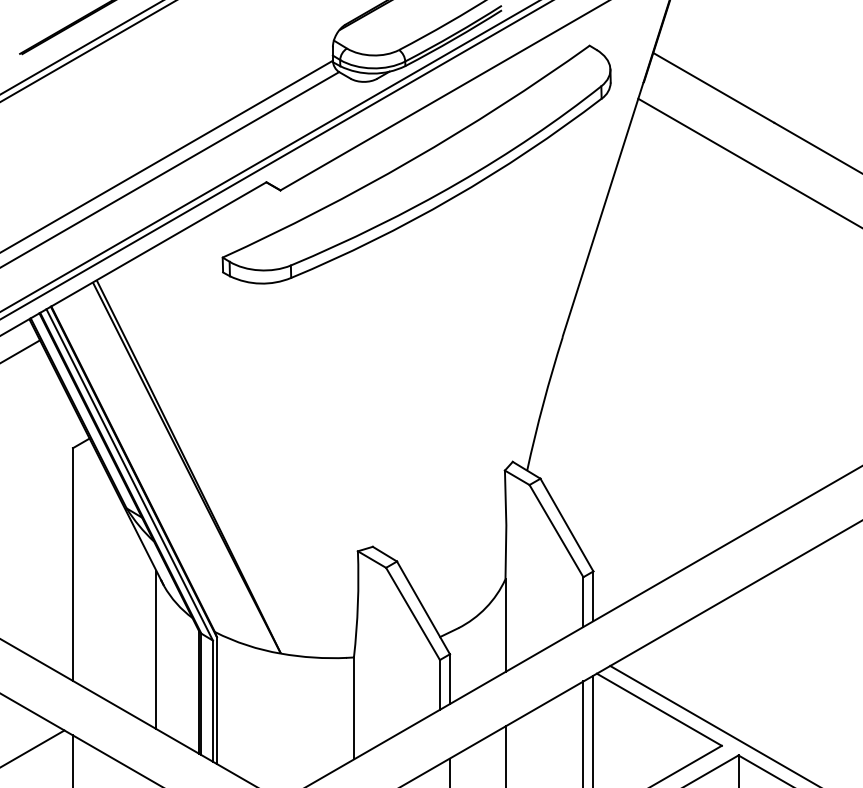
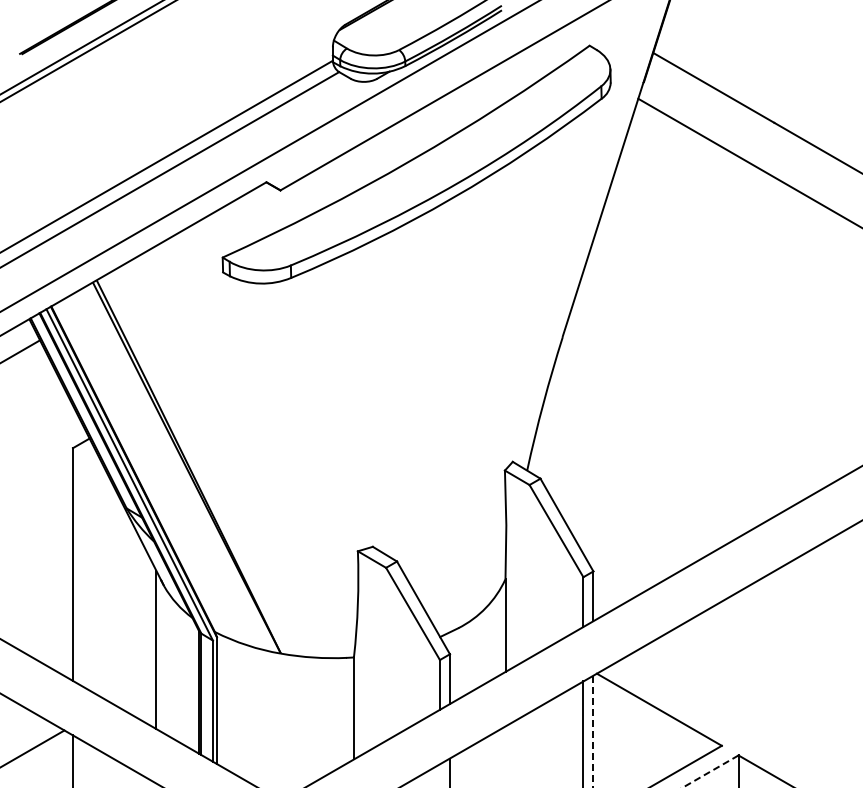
line at (276, 160): present -> none
line at (712, 724): present -> none
line at (593, 731): solid -> dashed
line at (505, 755): present -> none
line at (710, 771): solid -> dashed
